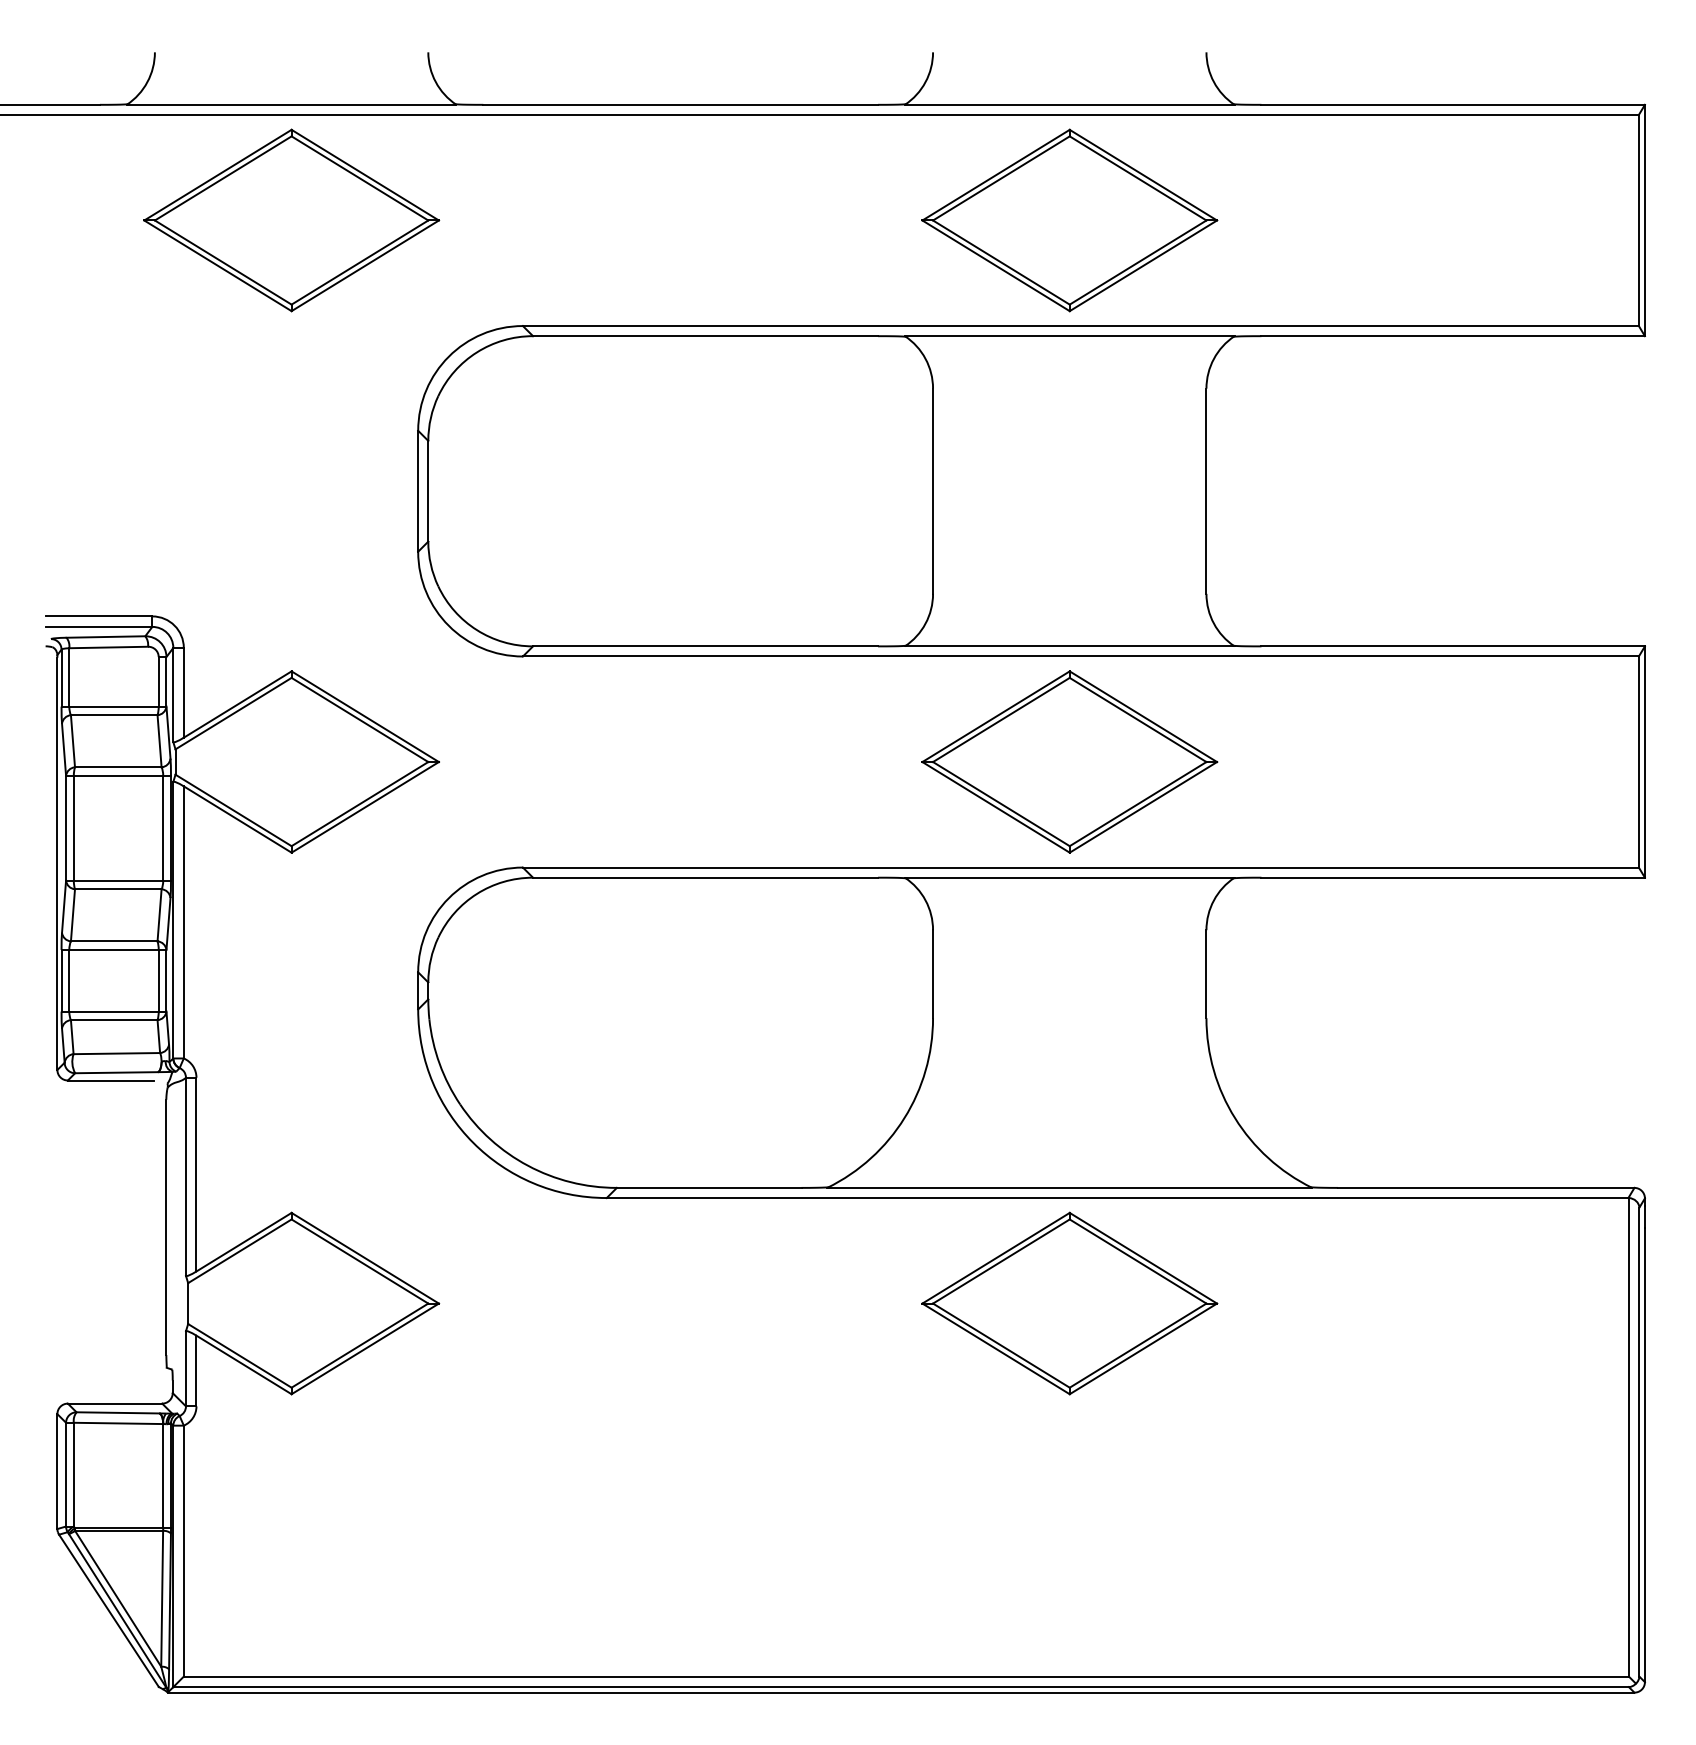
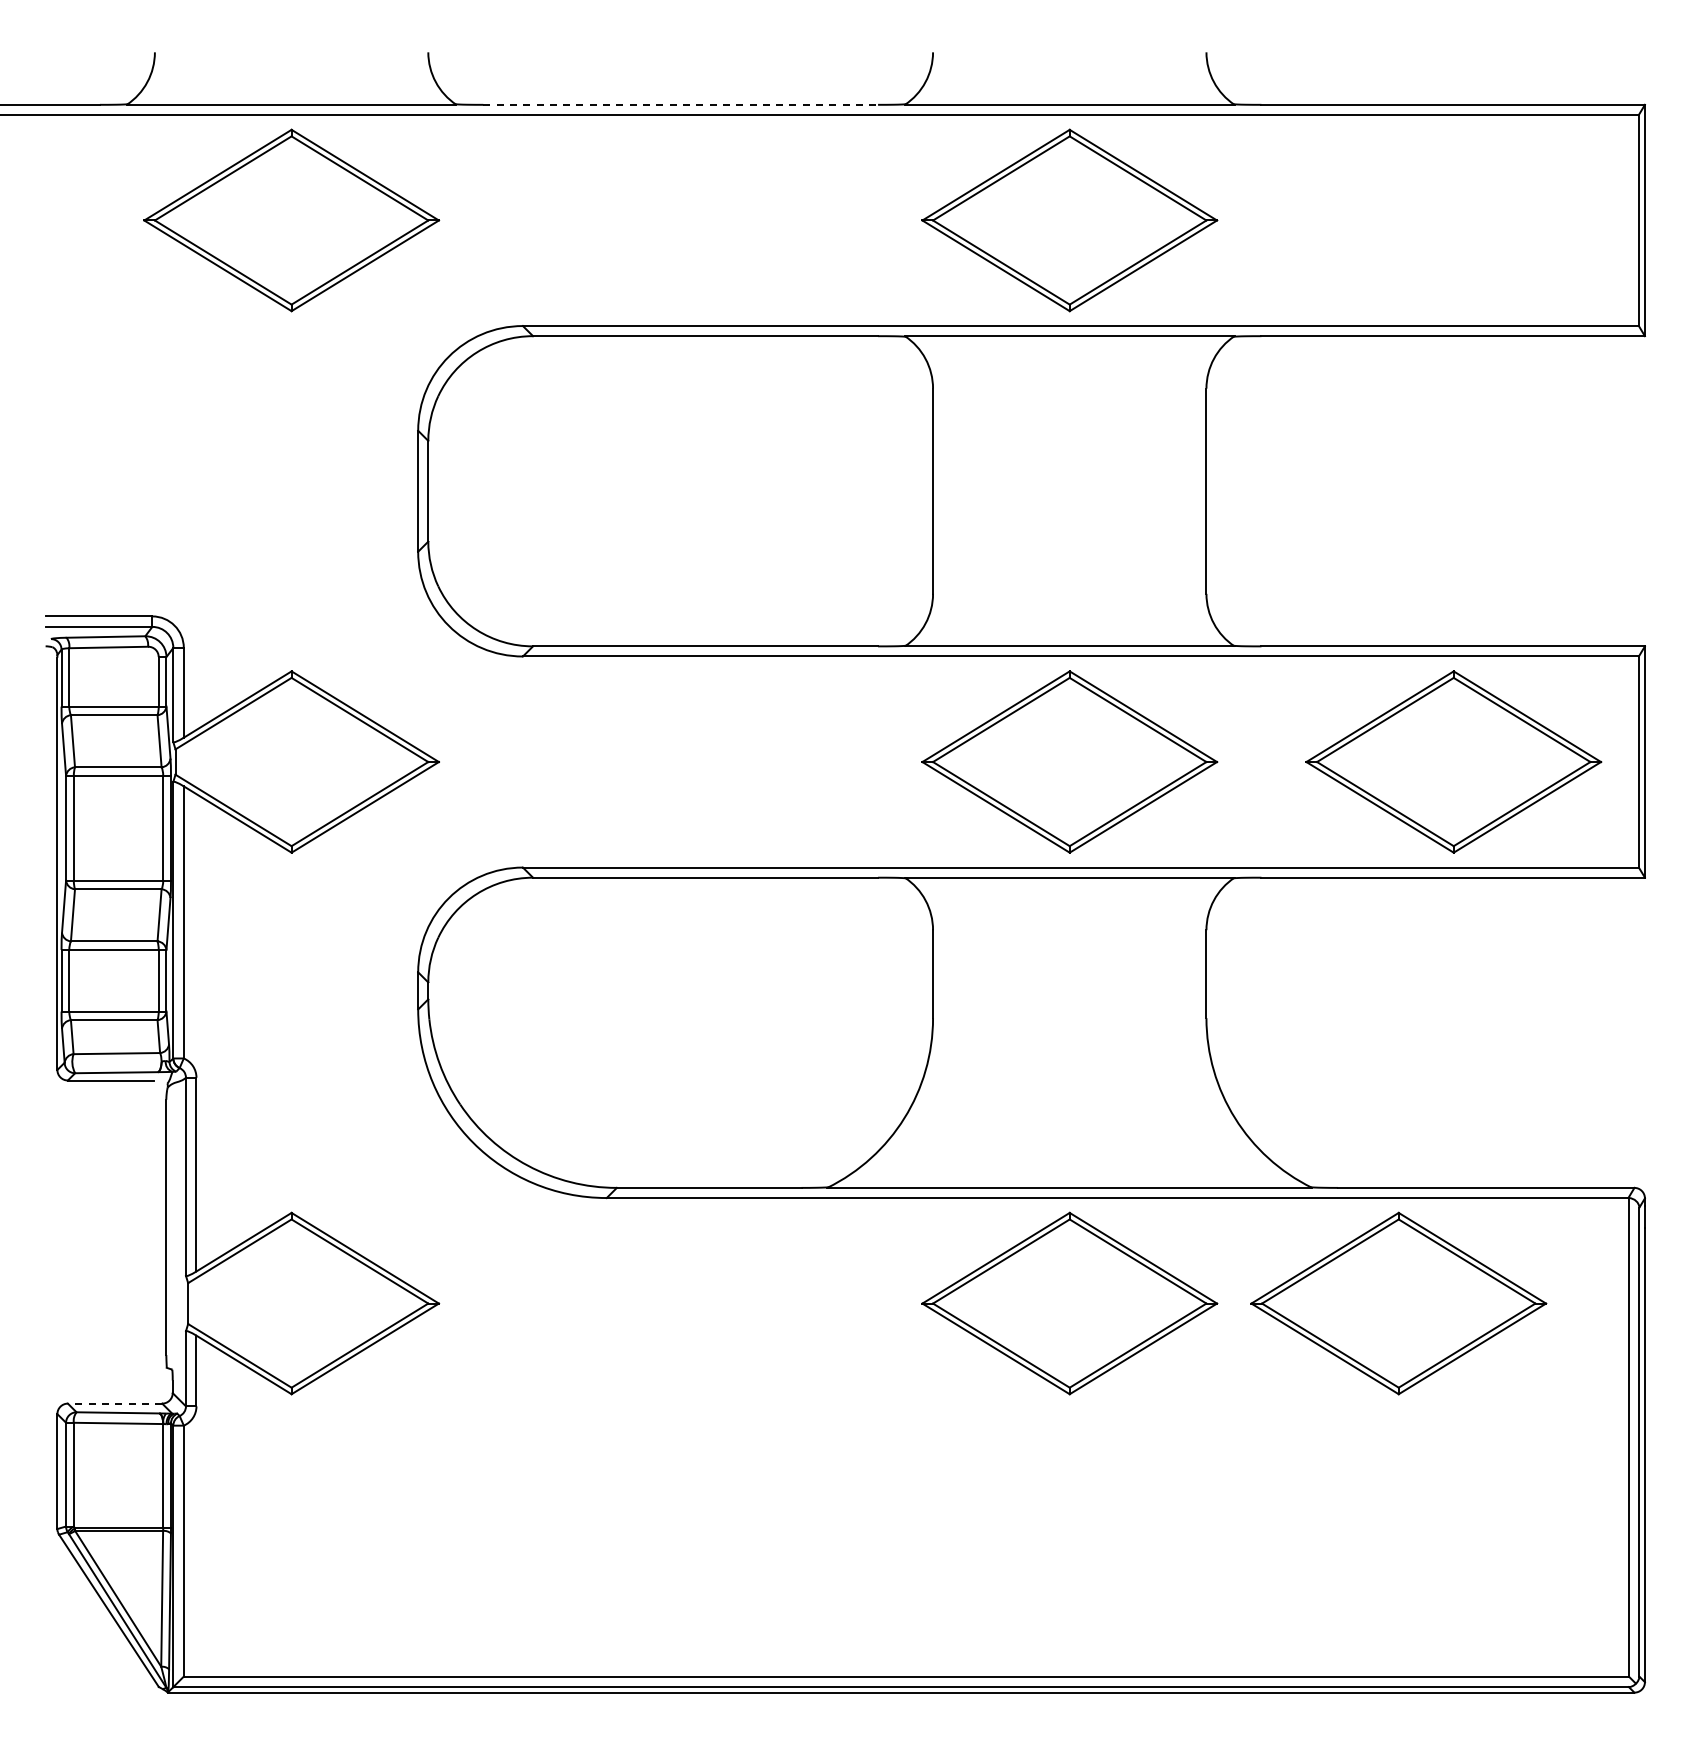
line at (681, 104): solid -> dashed
part at (1453, 761): none -> present
part at (1398, 1303): none -> present
line at (114, 1403): solid -> dashed
